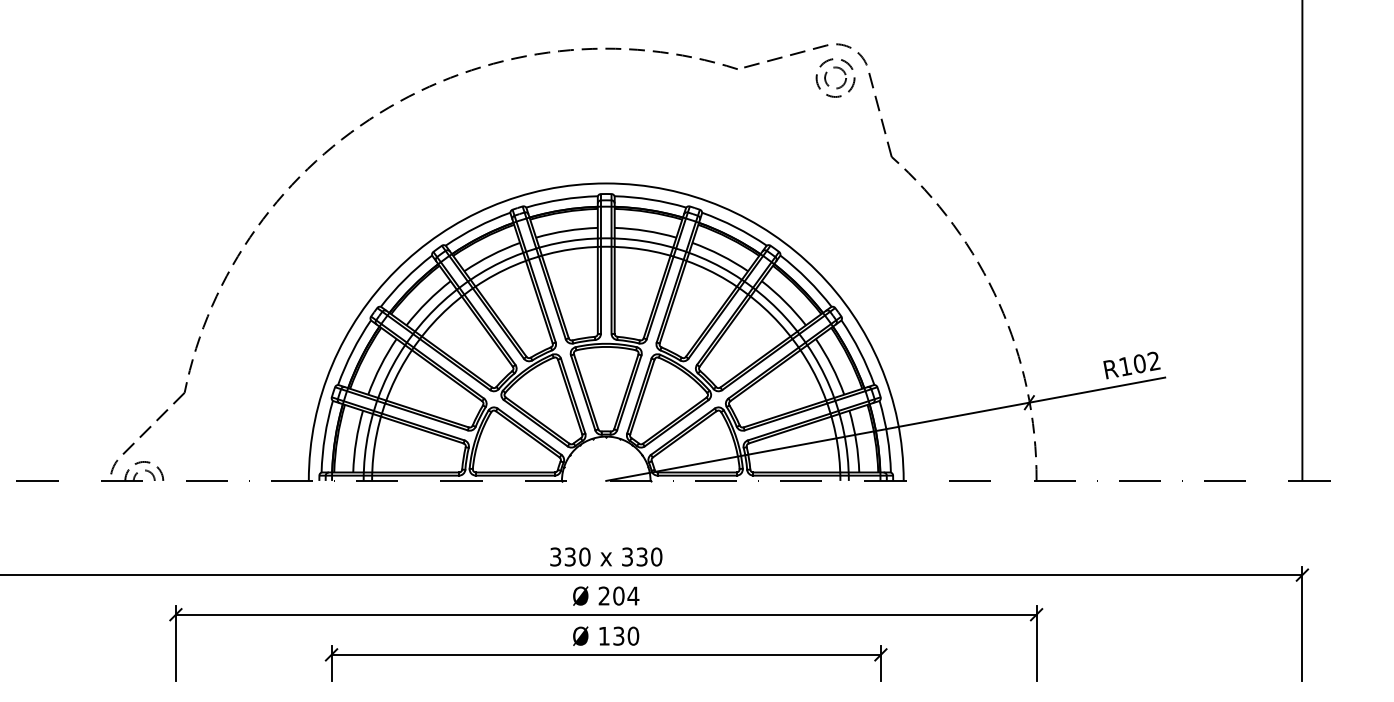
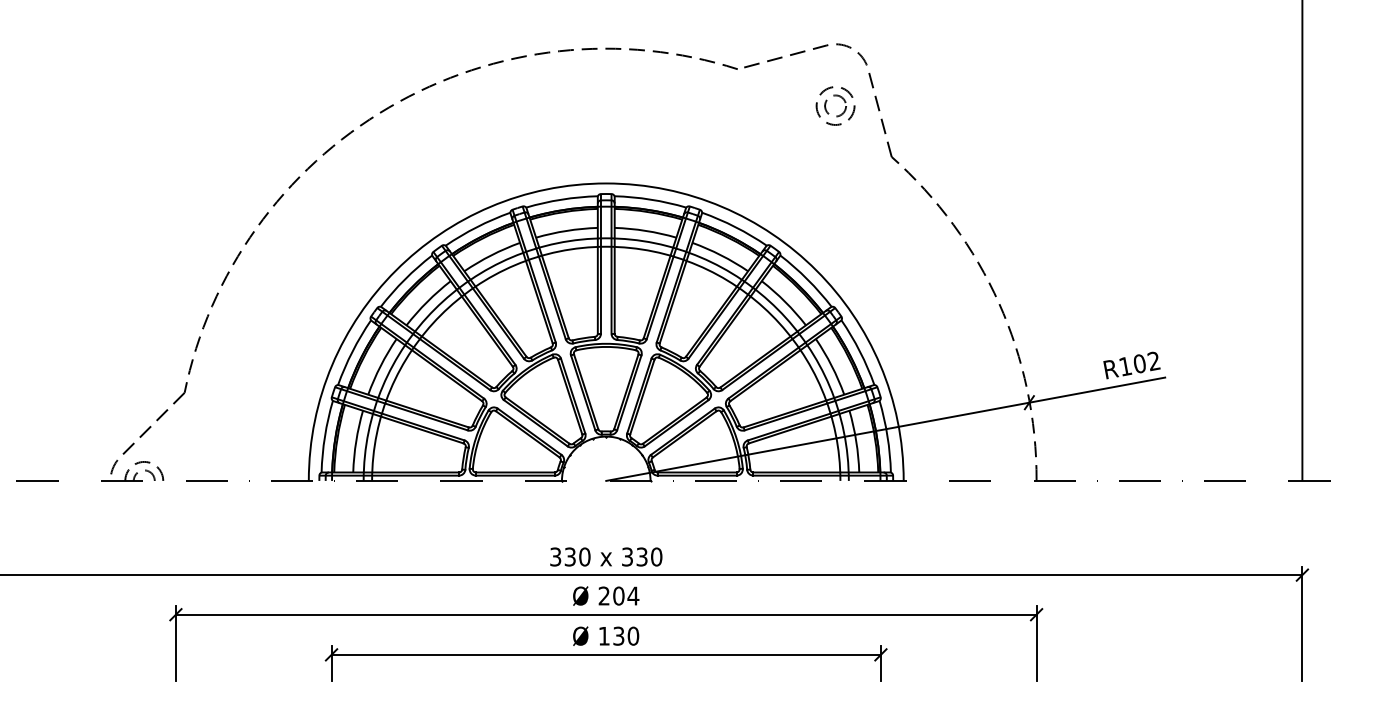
part at (839, 69) position: (839, 69) -> (839, 97)
